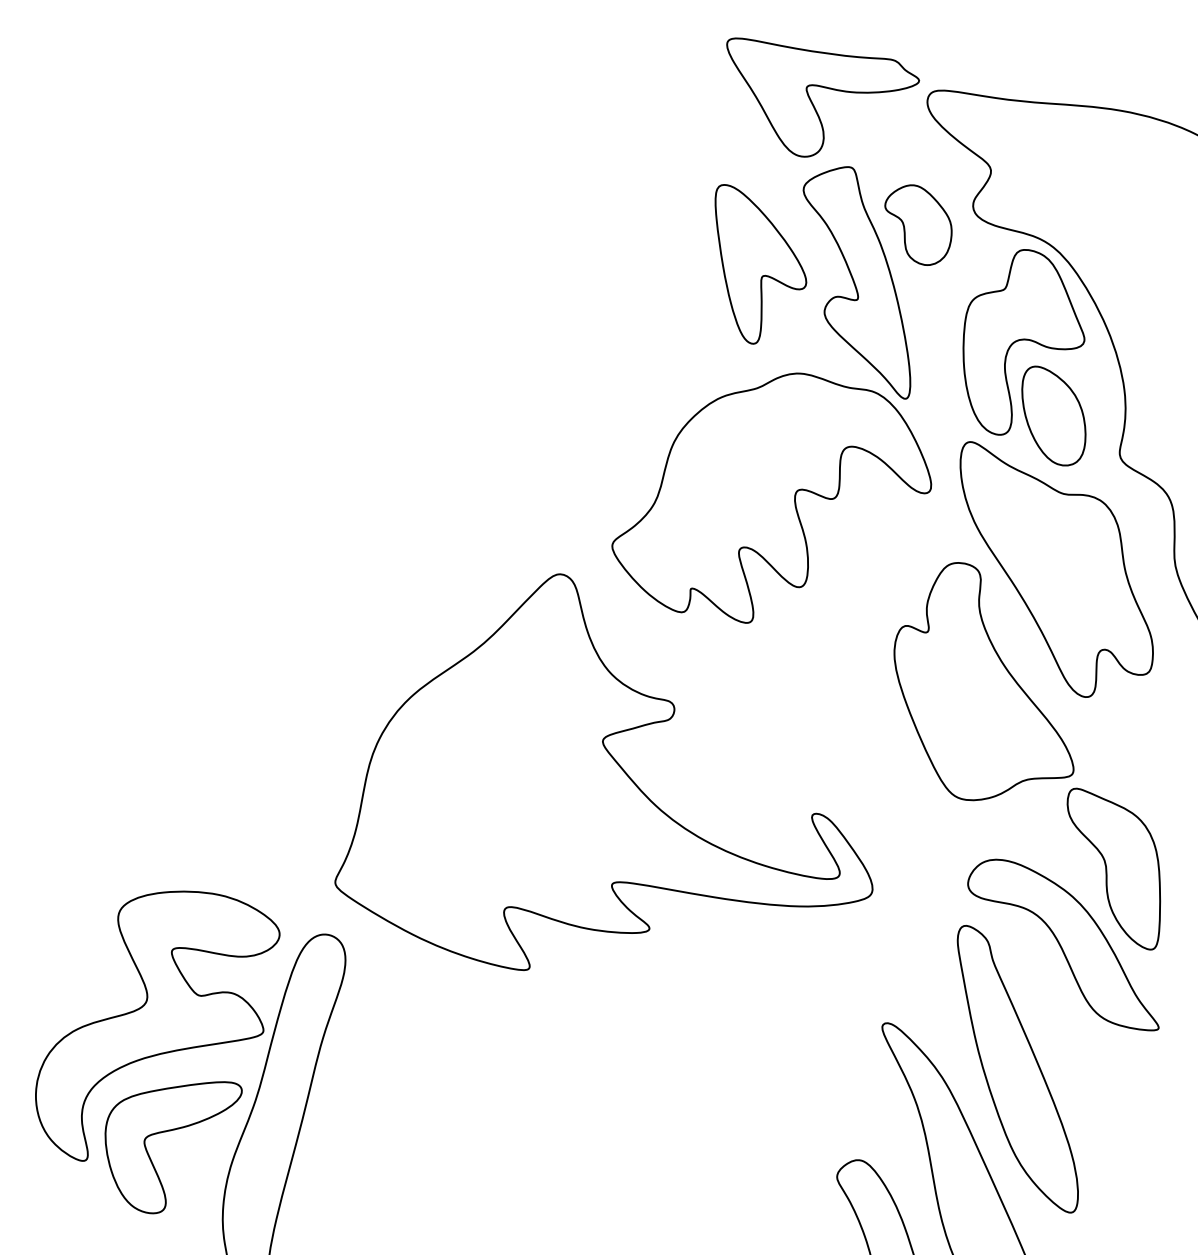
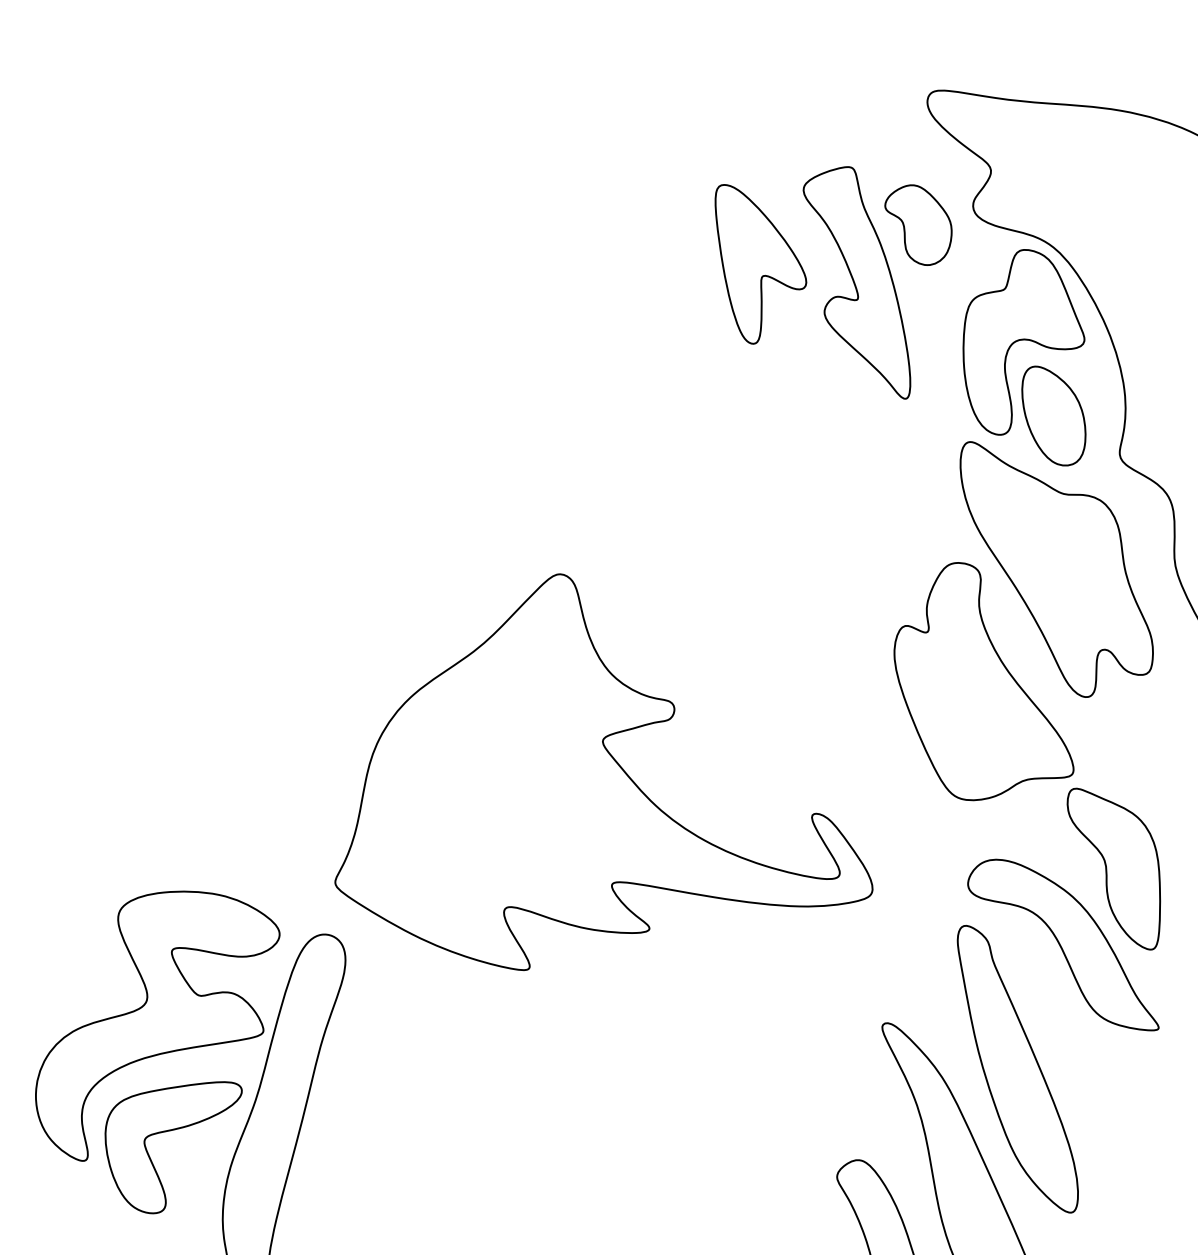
part at (824, 88): present -> none
part at (771, 497): present -> none
